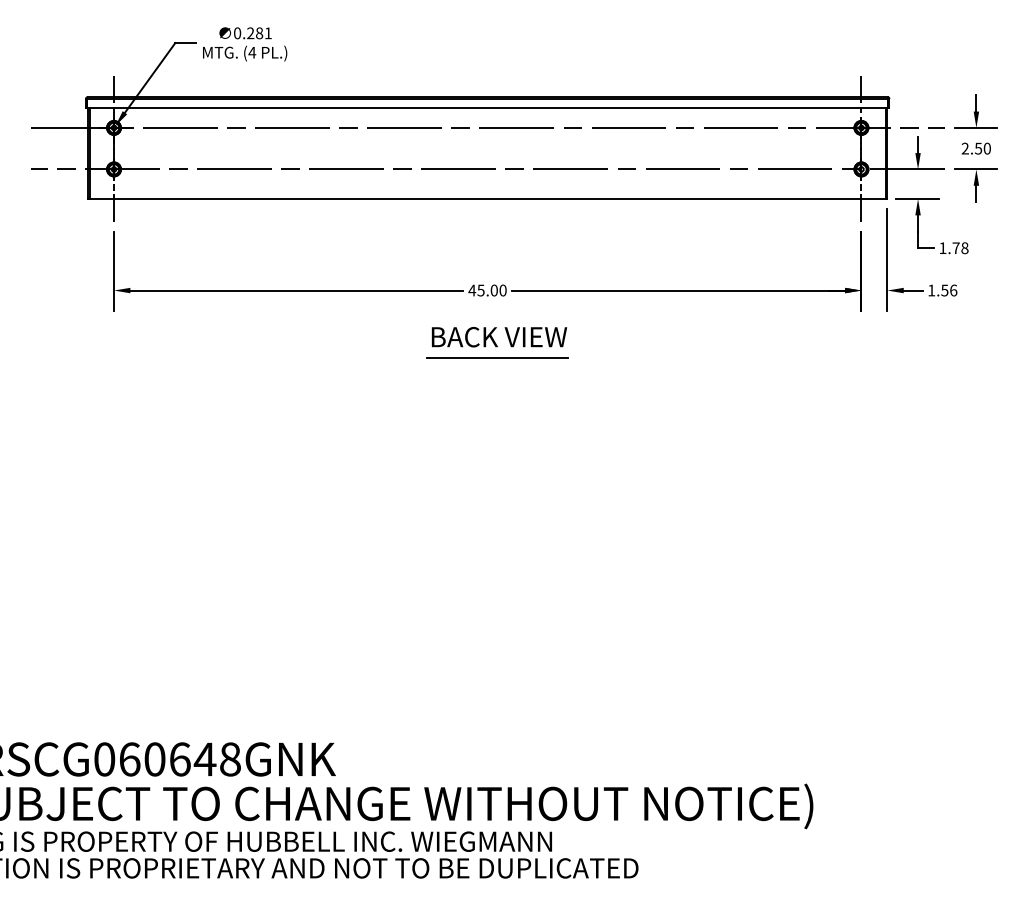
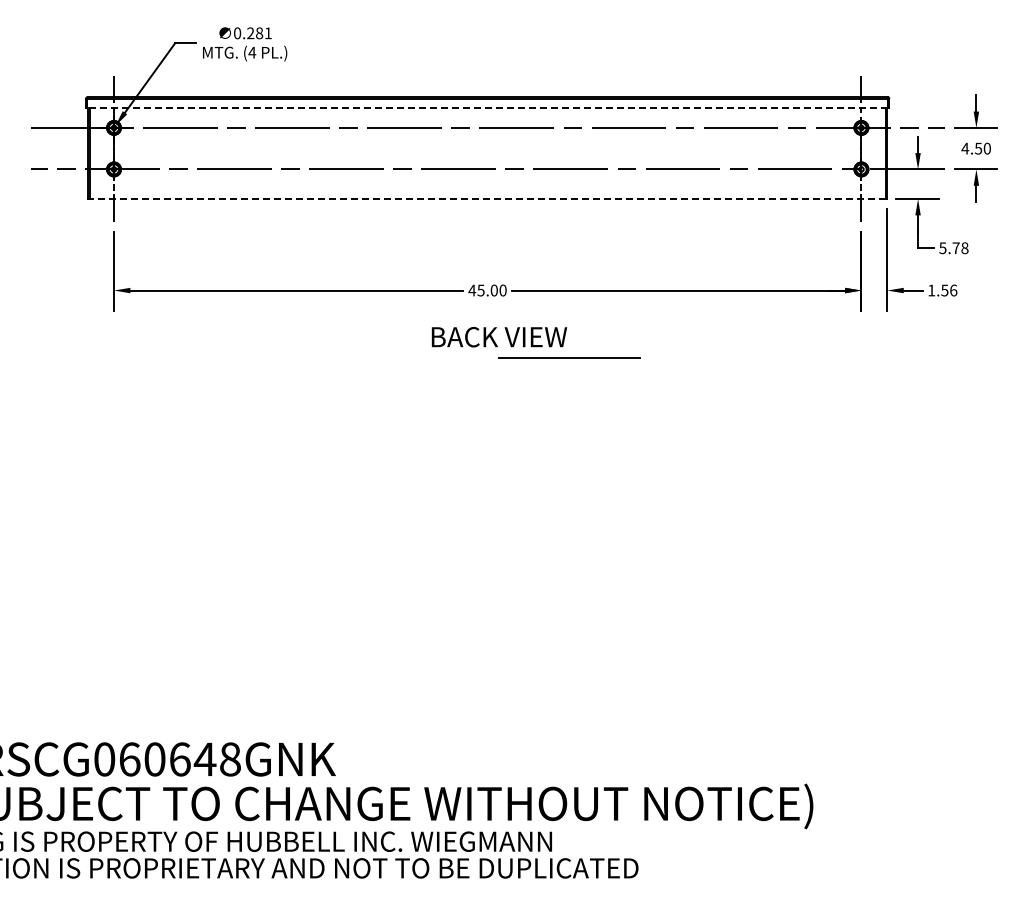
line at (487, 107): solid -> dashed
text at (965, 148): 2.50 -> 4.50
line at (487, 199): solid -> dashed
text at (942, 248): 1.78 -> 5.78
line at (497, 357) position: (497, 357) -> (569, 357)
